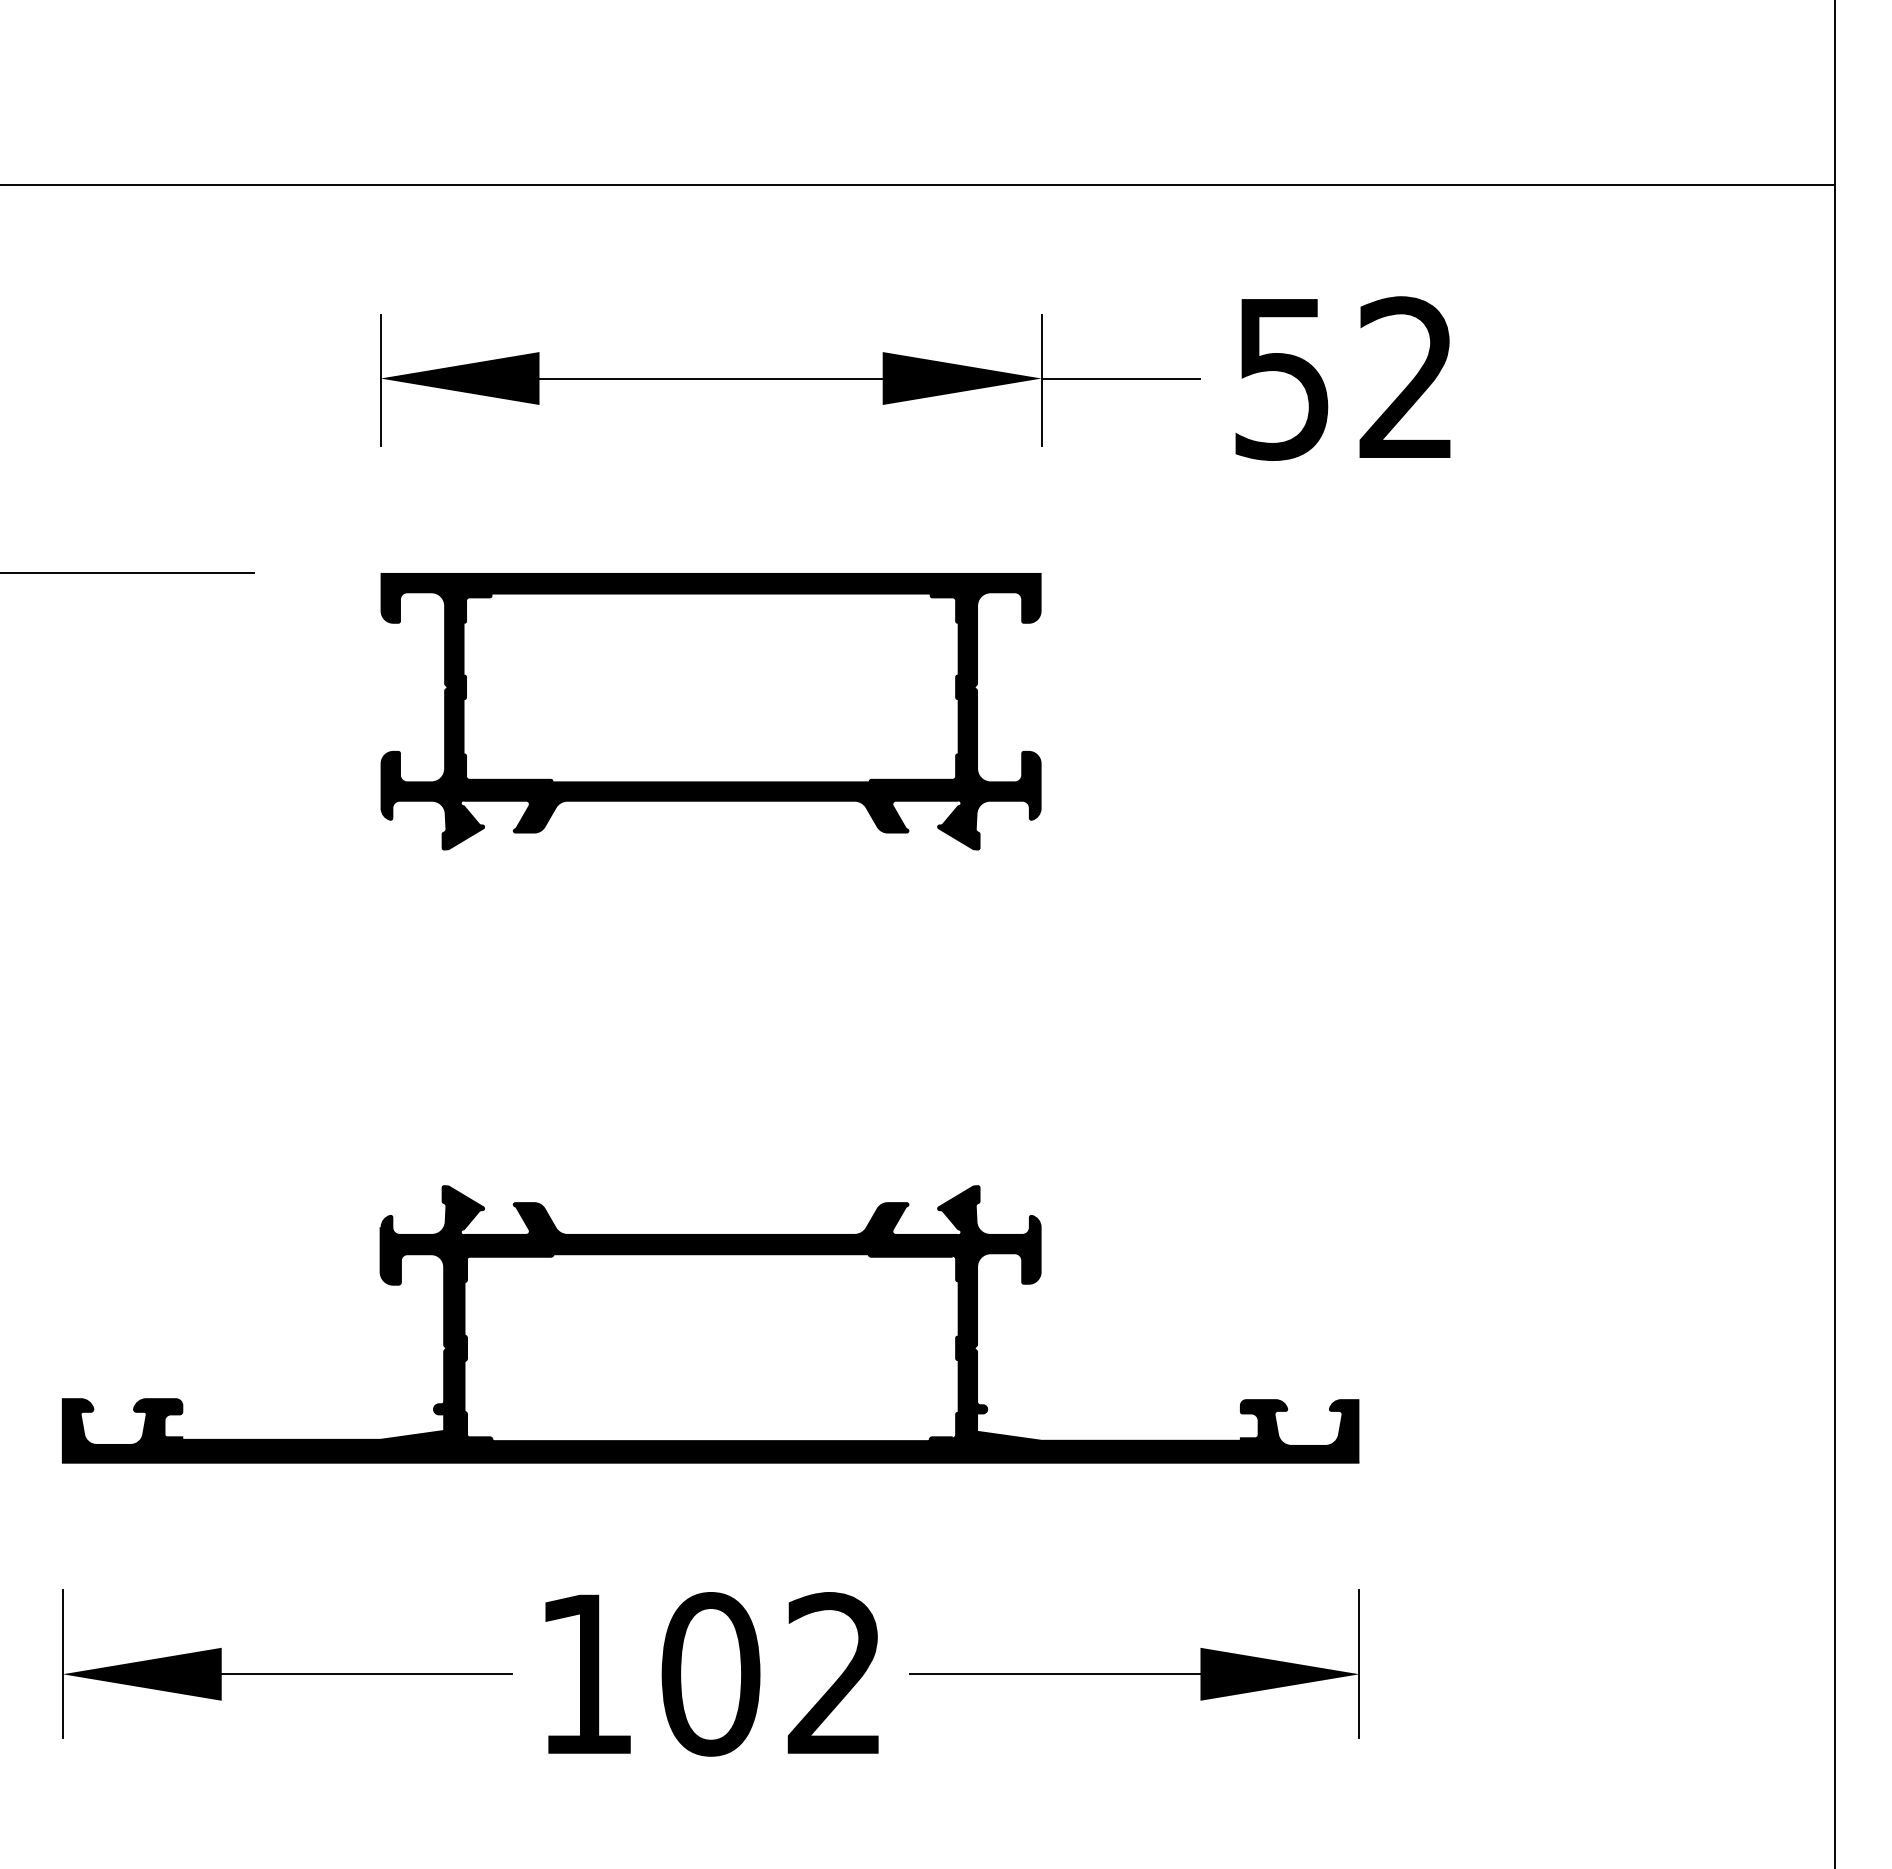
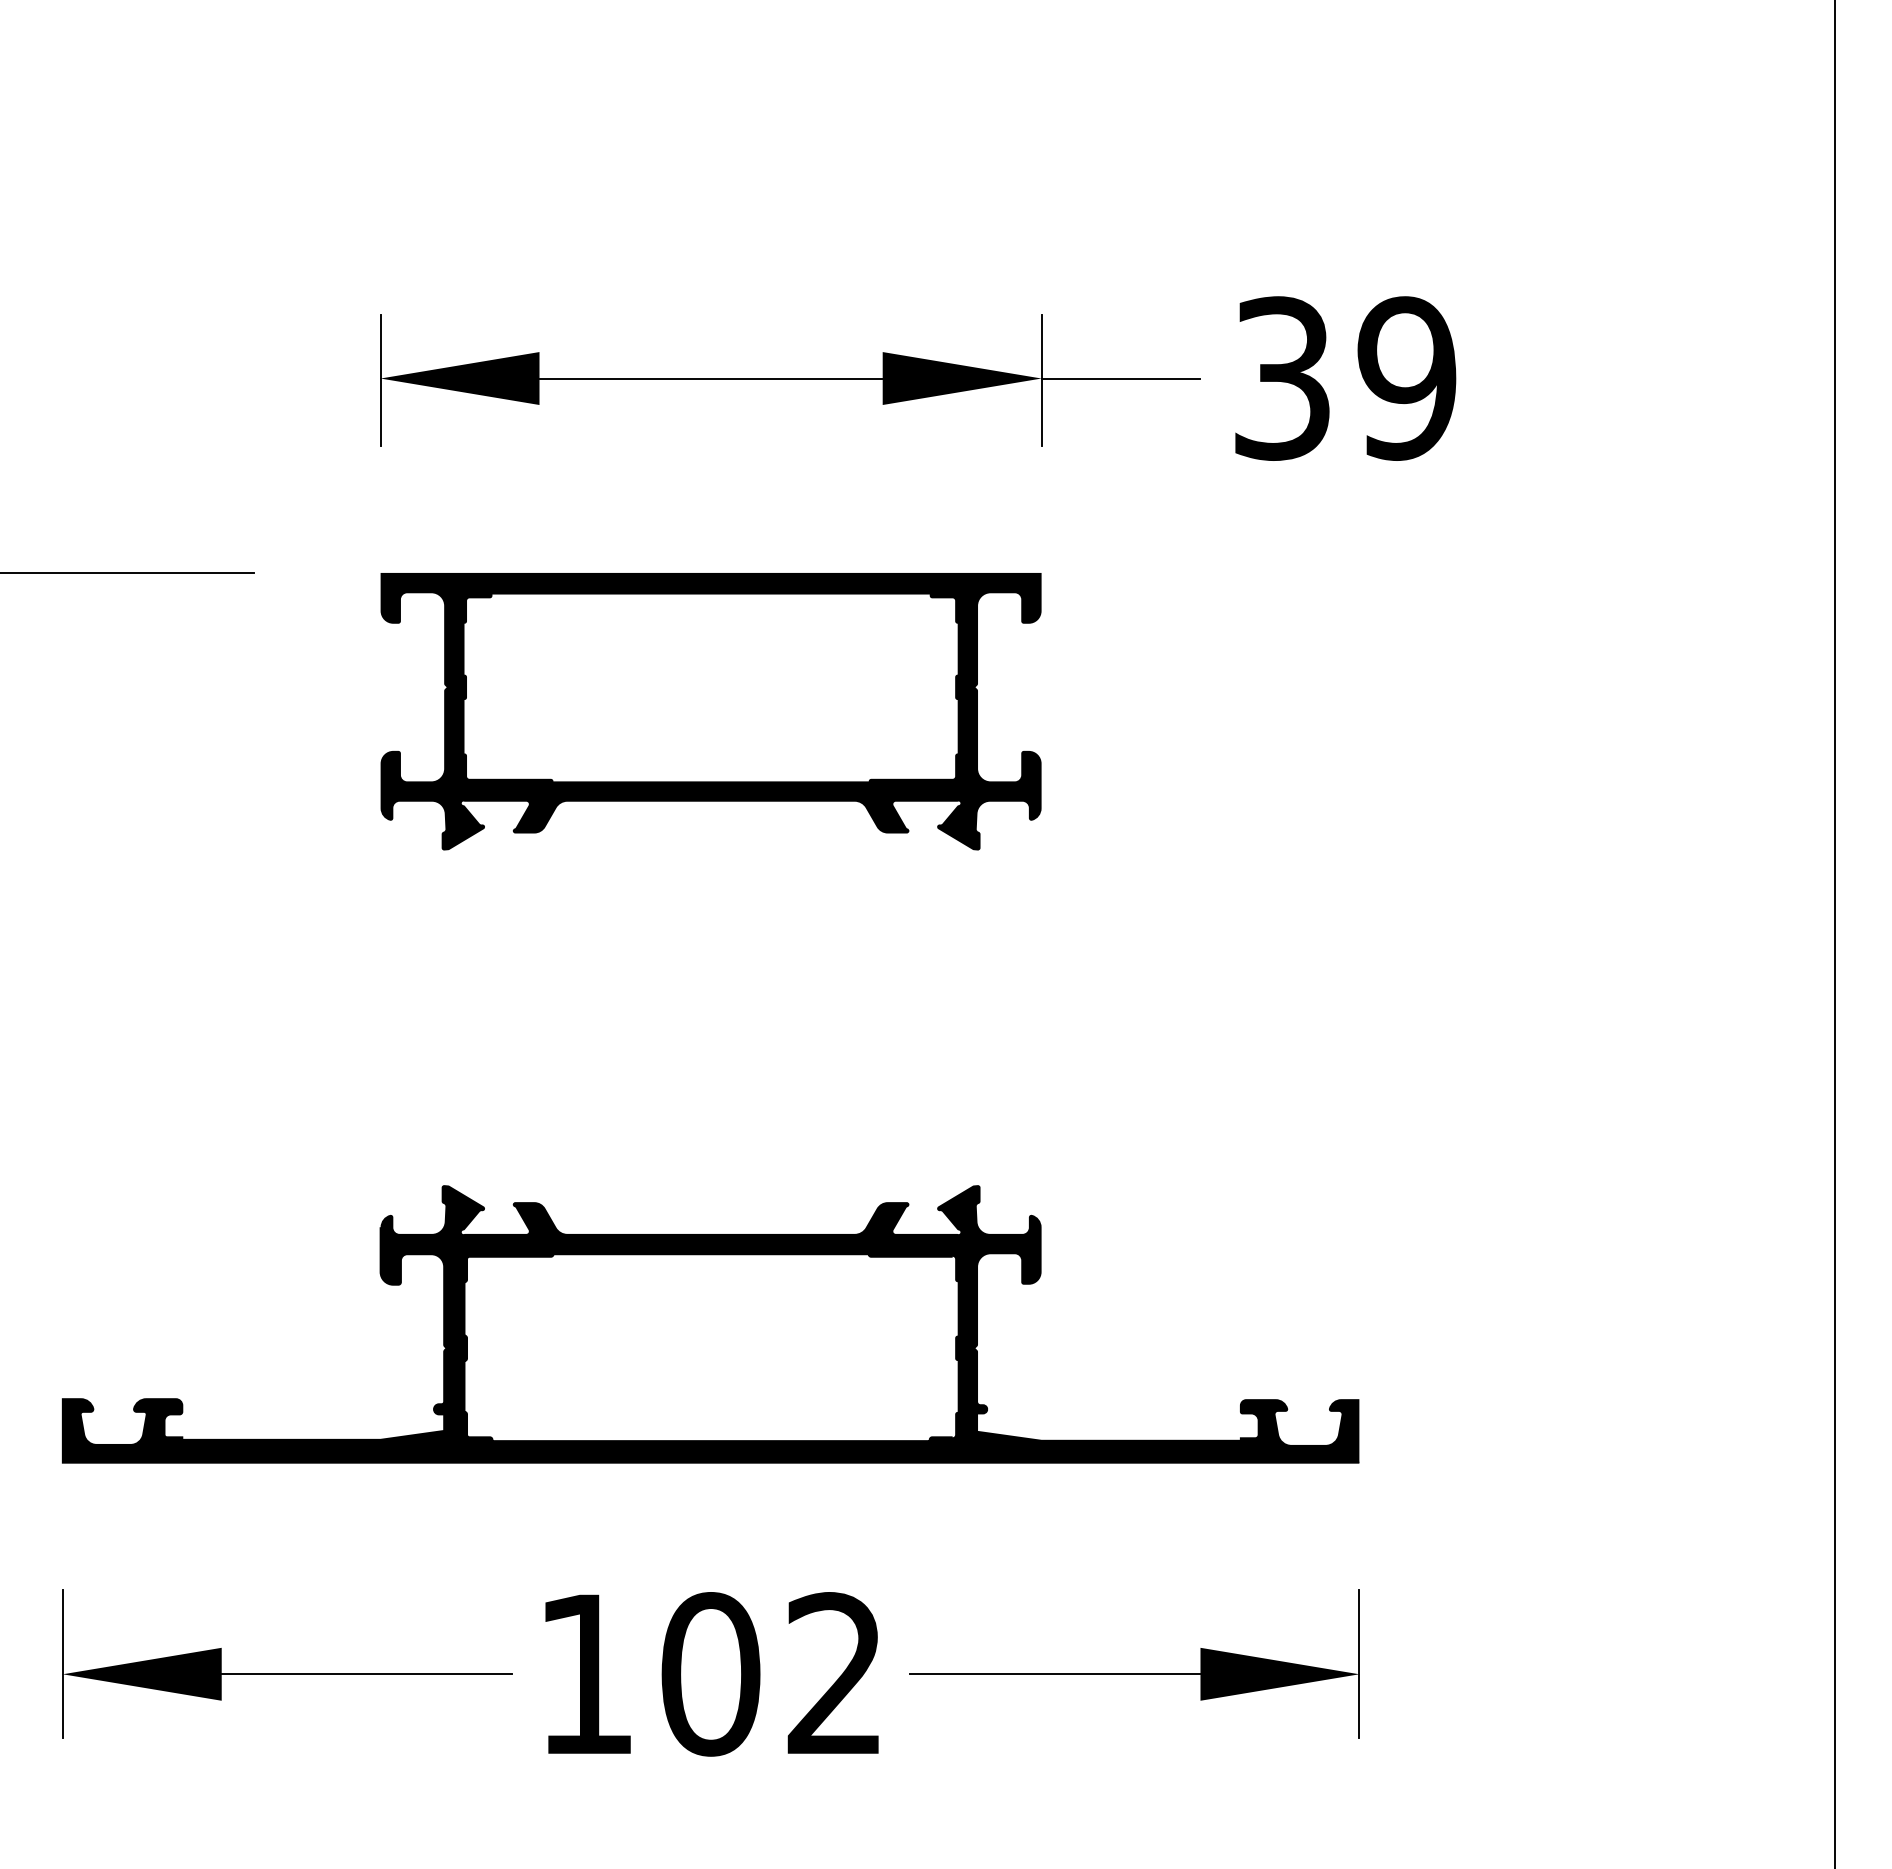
line at (918, 184): present -> none
text at (1345, 378): 52 -> 39
